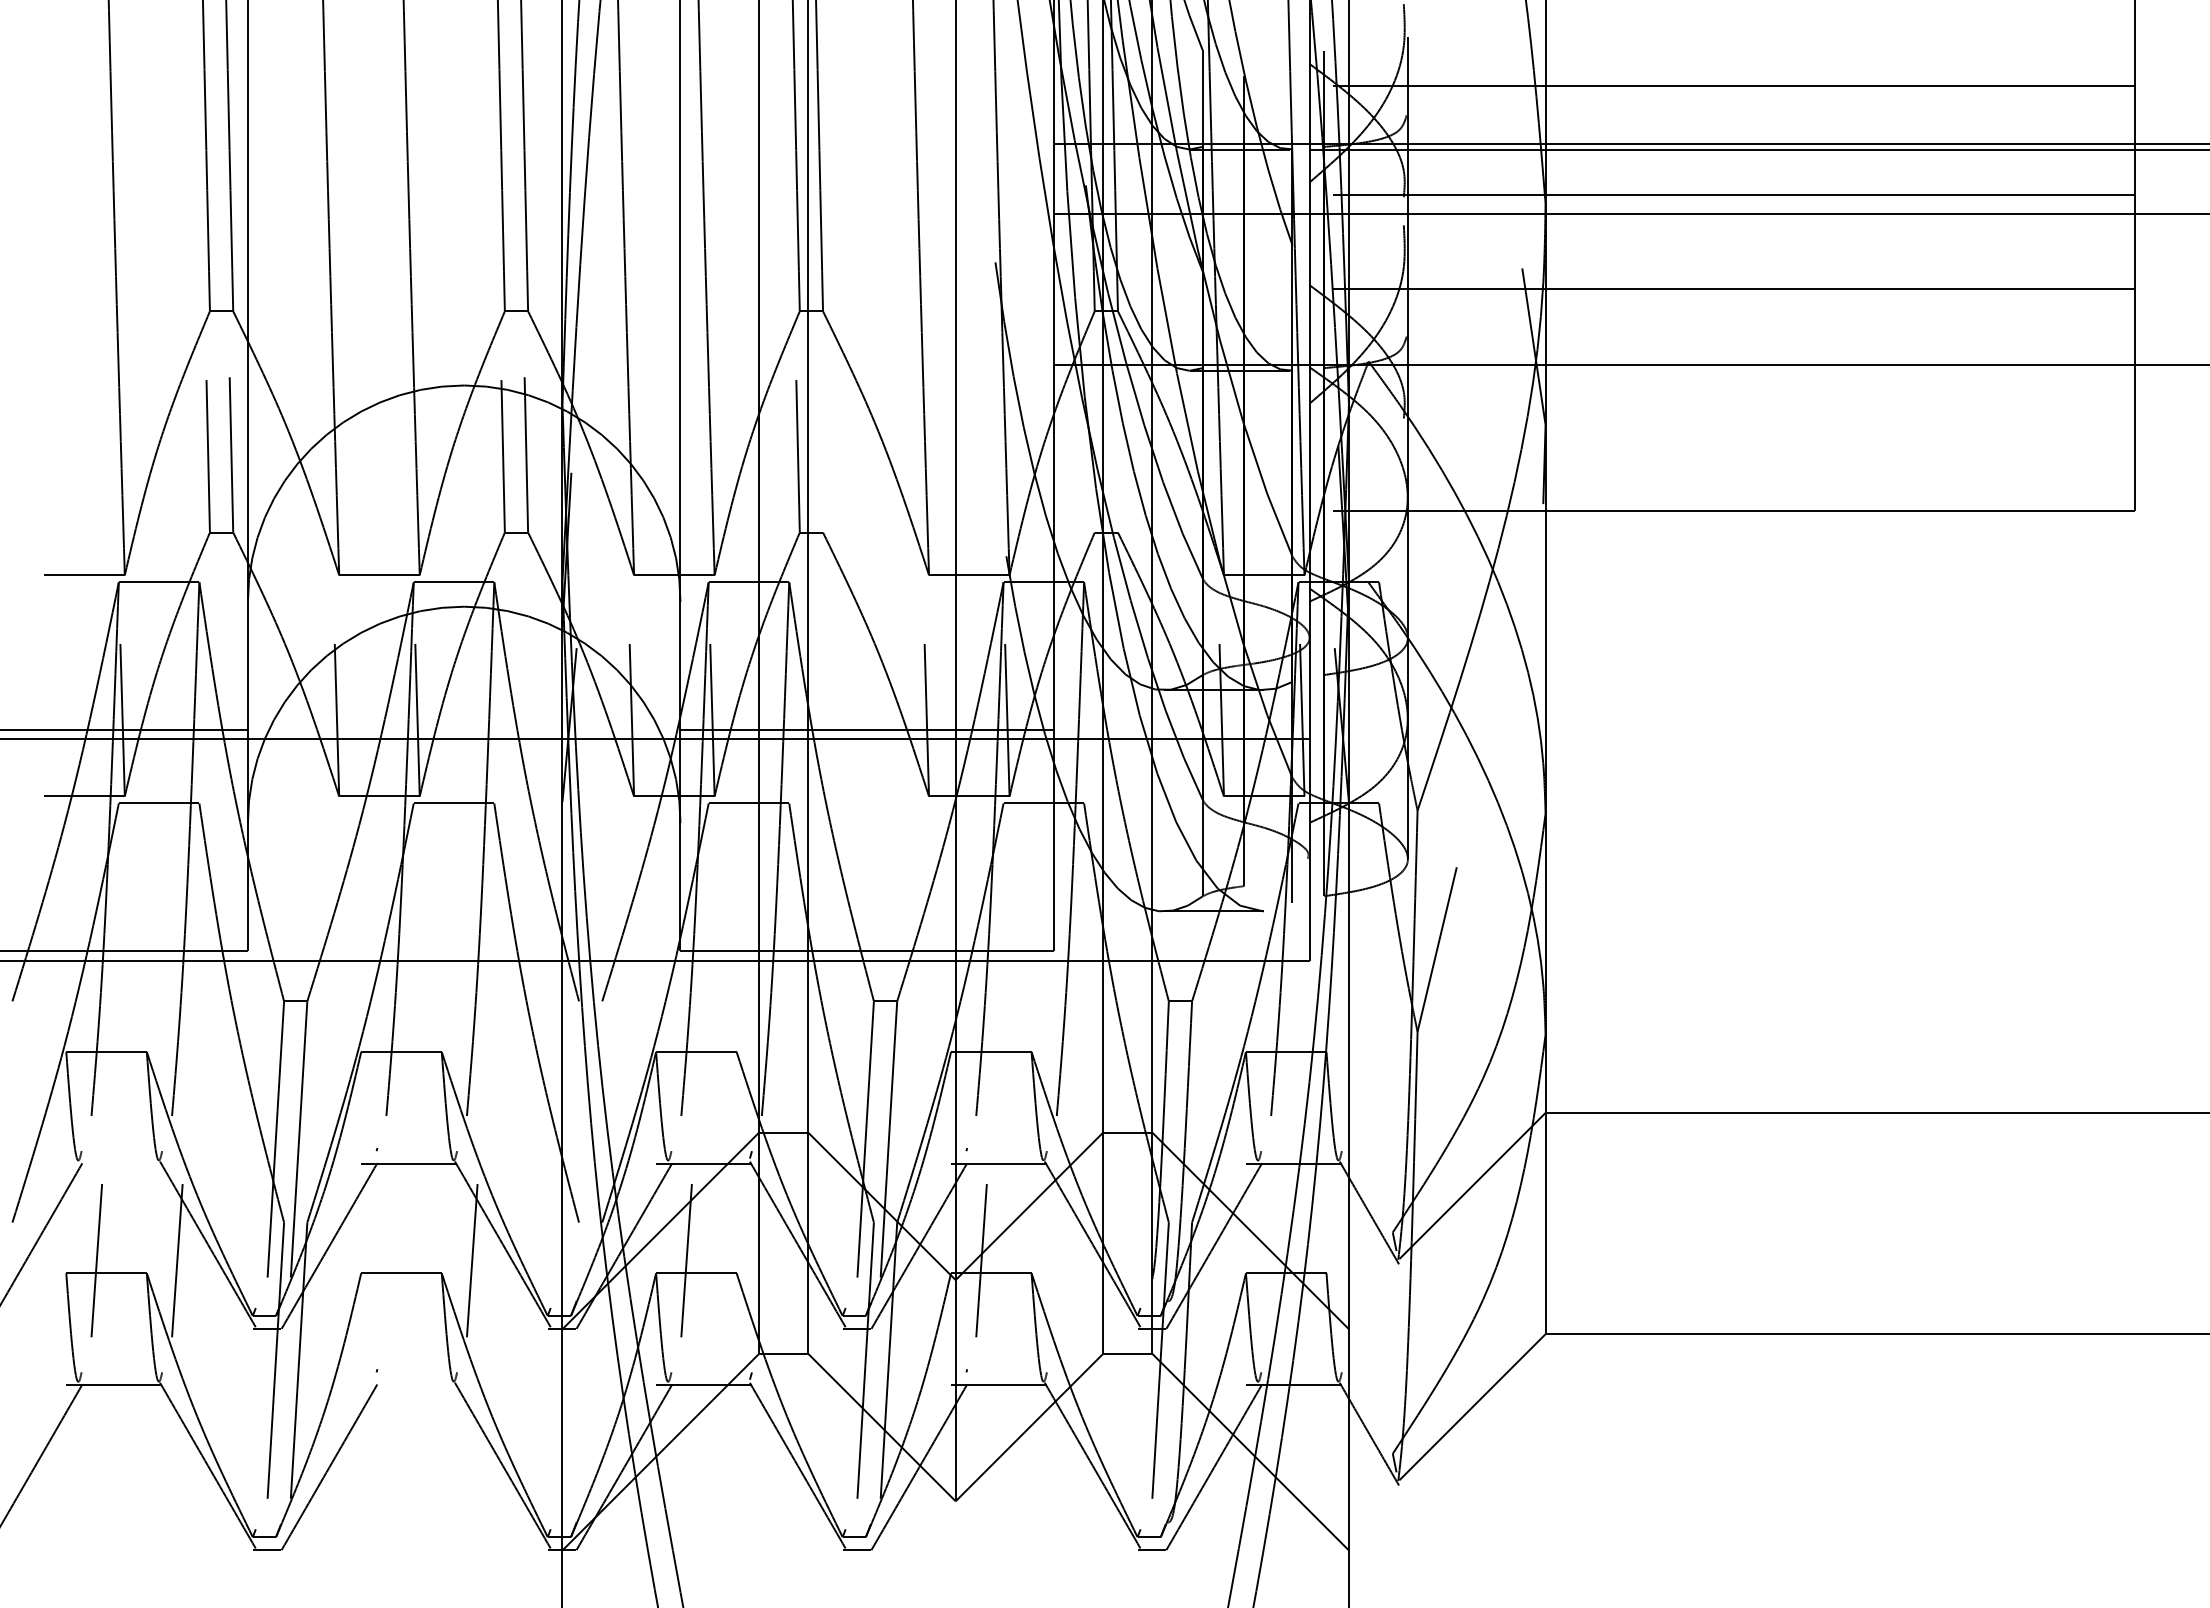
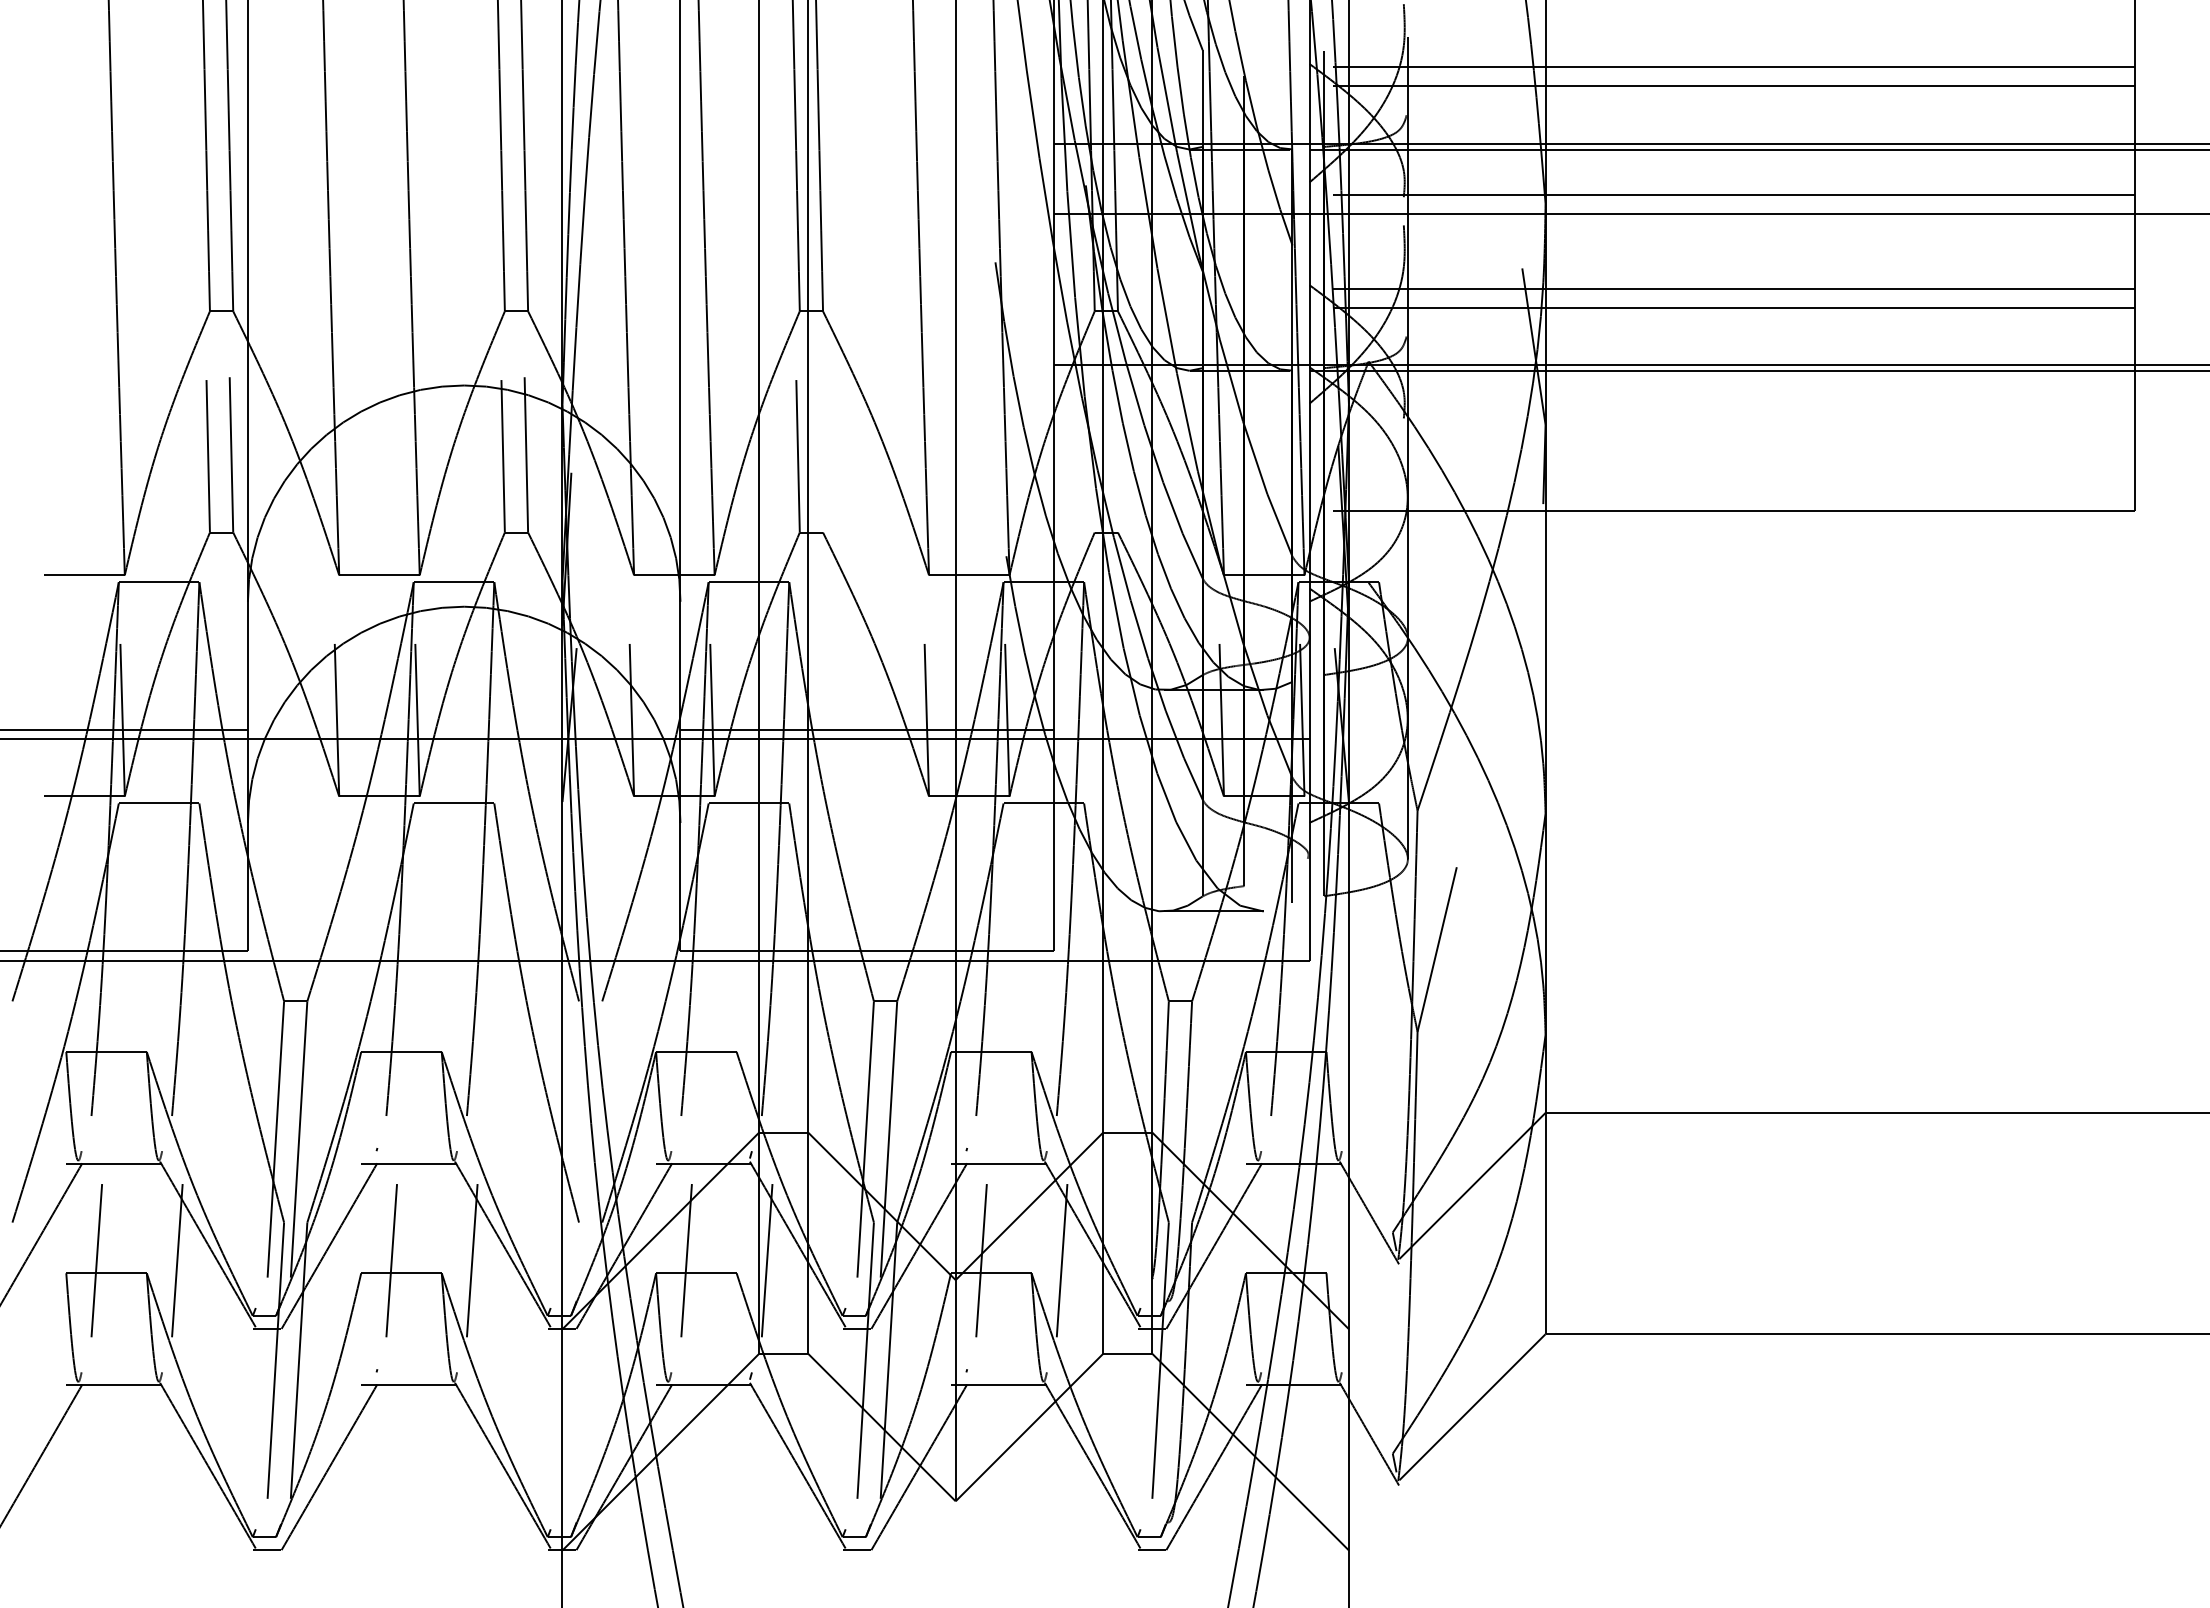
line at (1733, 67): none -> present
line at (1733, 307): none -> present
line at (1757, 370): none -> present
line at (114, 1163): none -> present
line at (391, 1260): none -> present
line at (766, 1260): none -> present
line at (1061, 1260): none -> present
line at (409, 1384): none -> present
